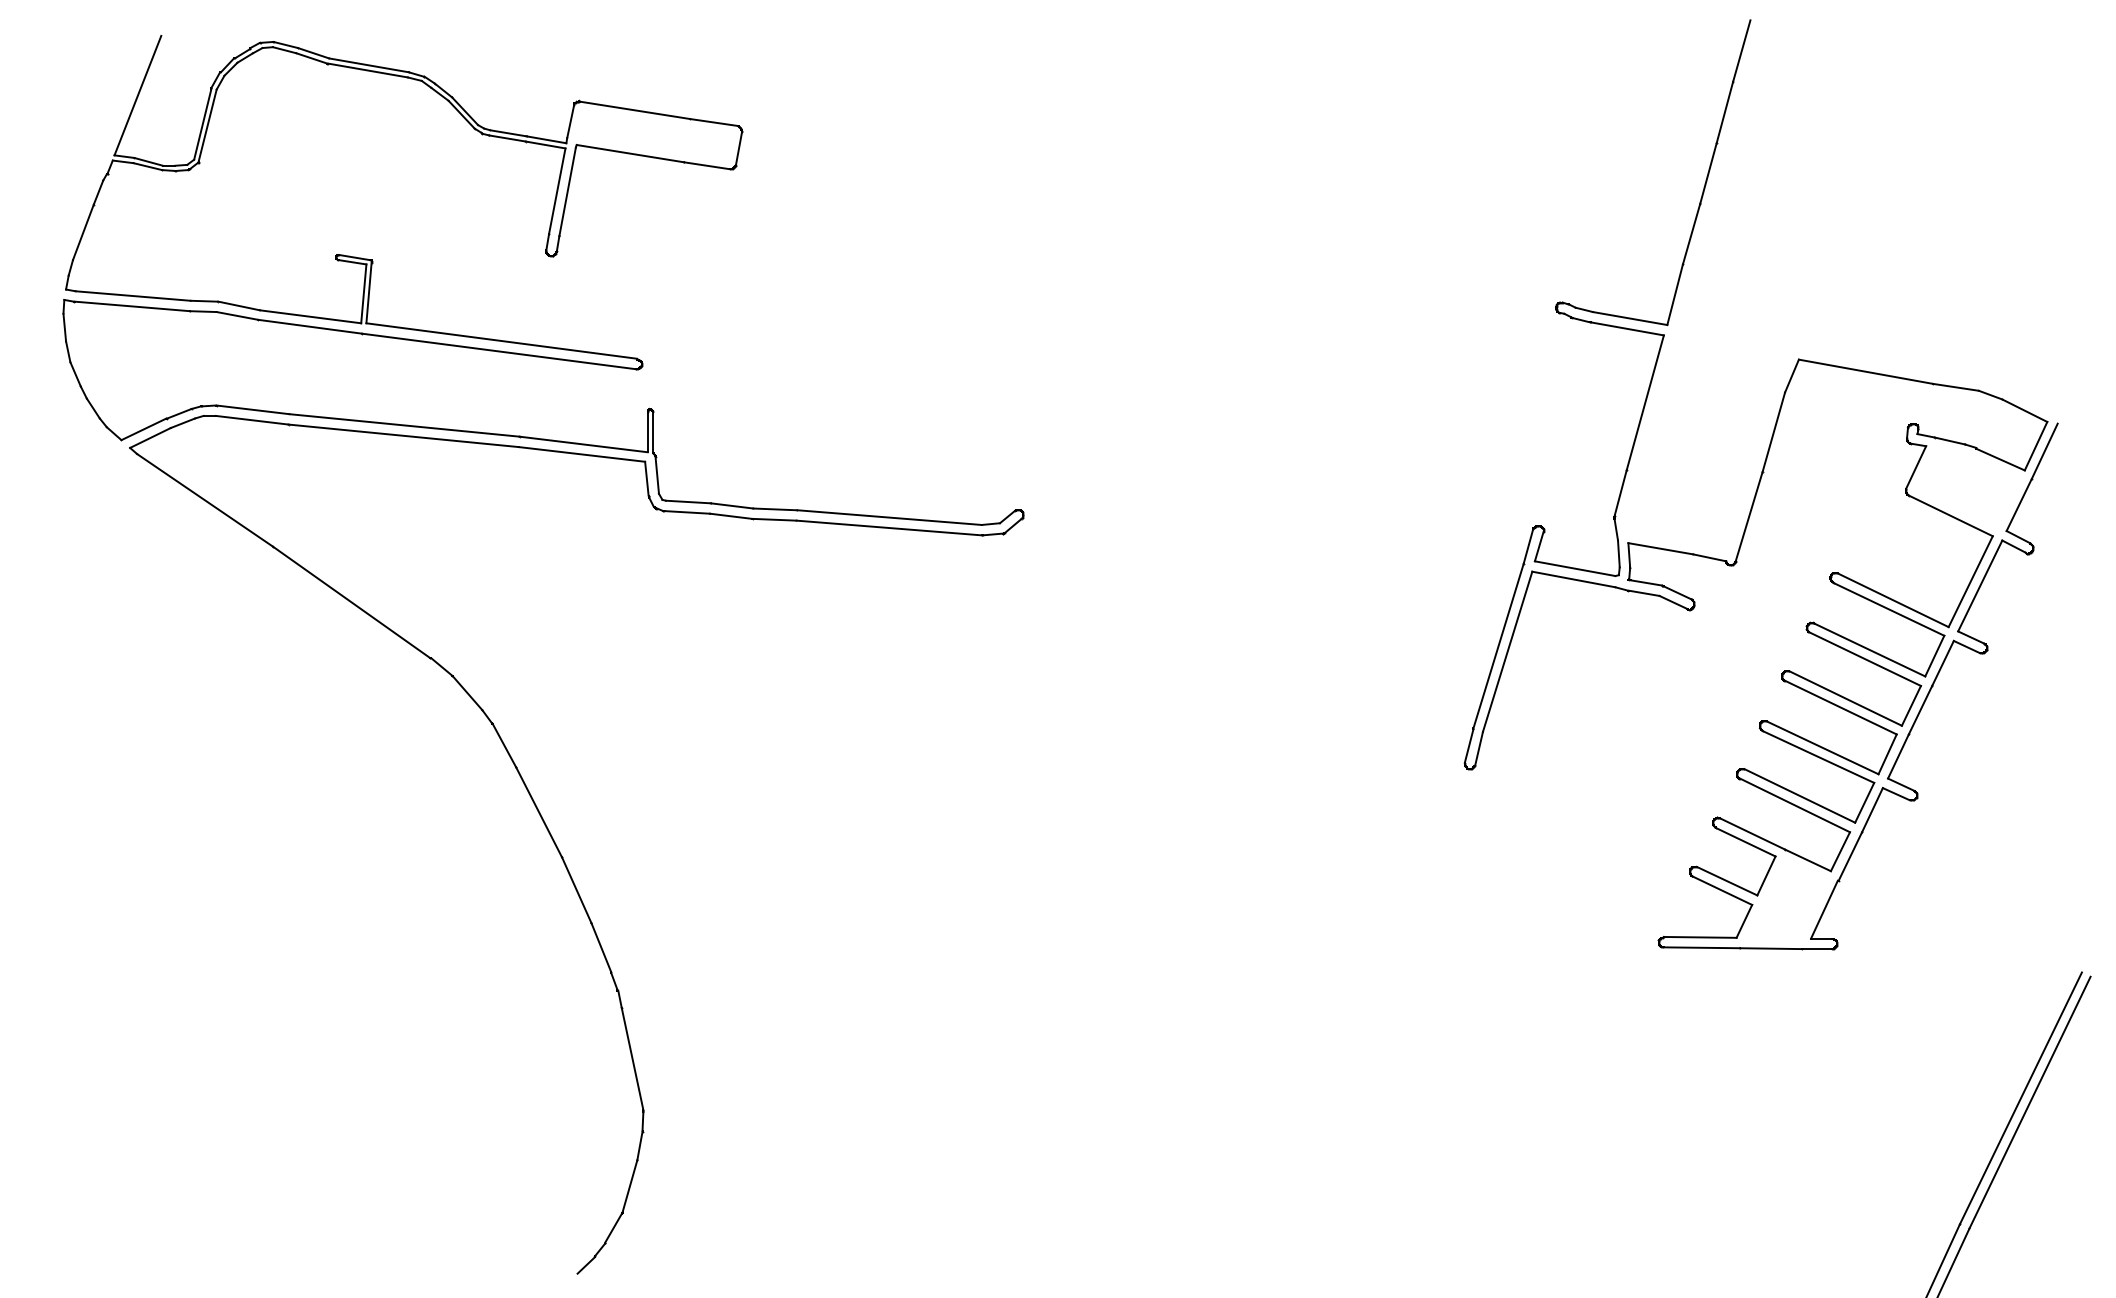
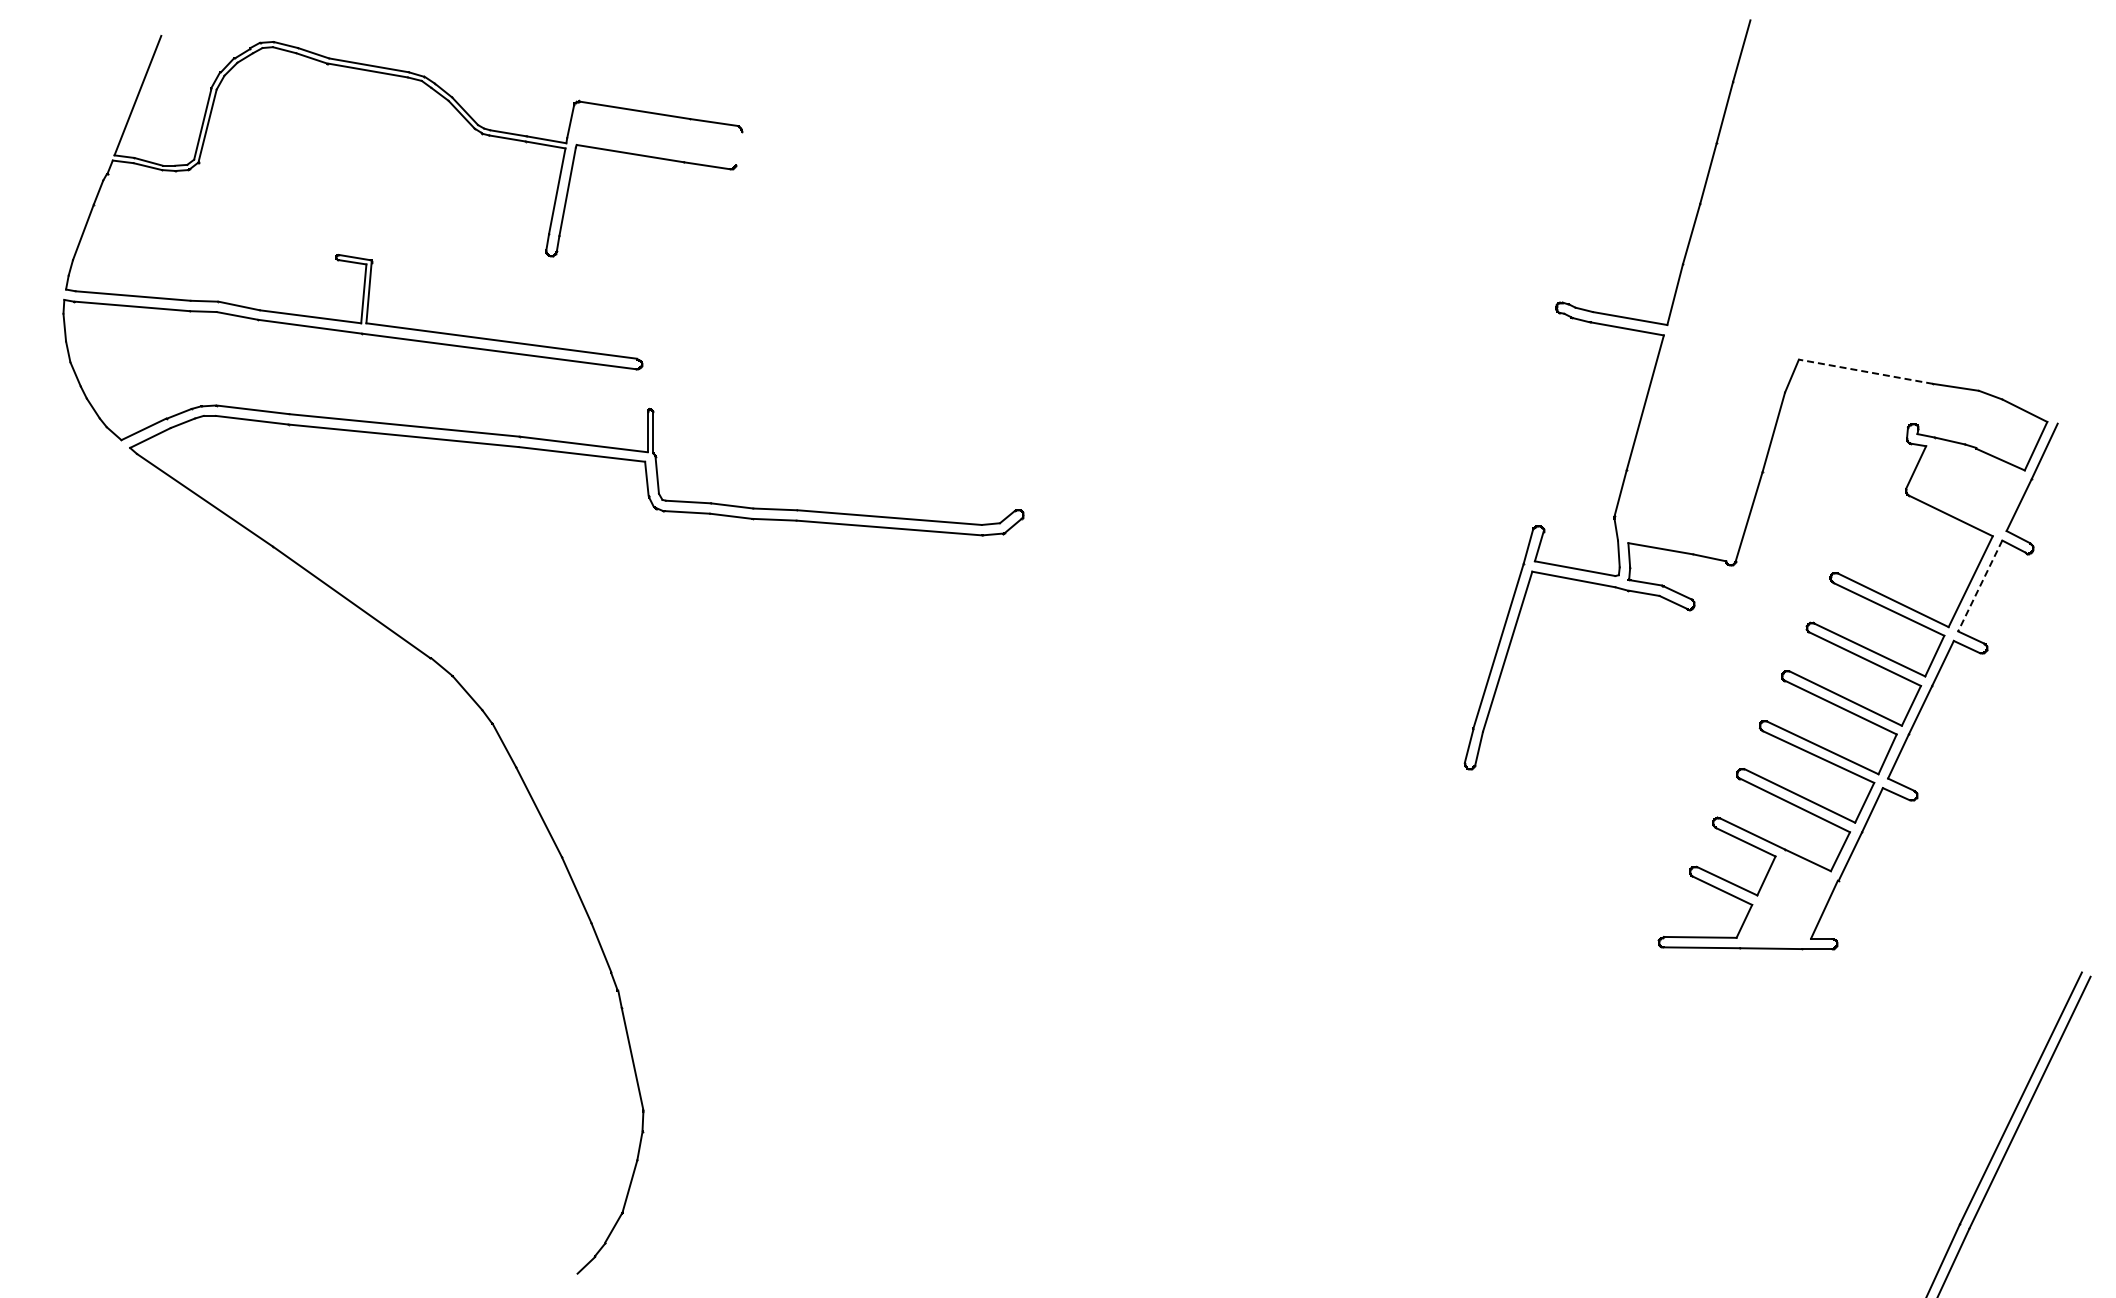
line at (739, 148): present -> none
line at (1865, 371): solid -> dashed
line at (1980, 585): solid -> dashed
